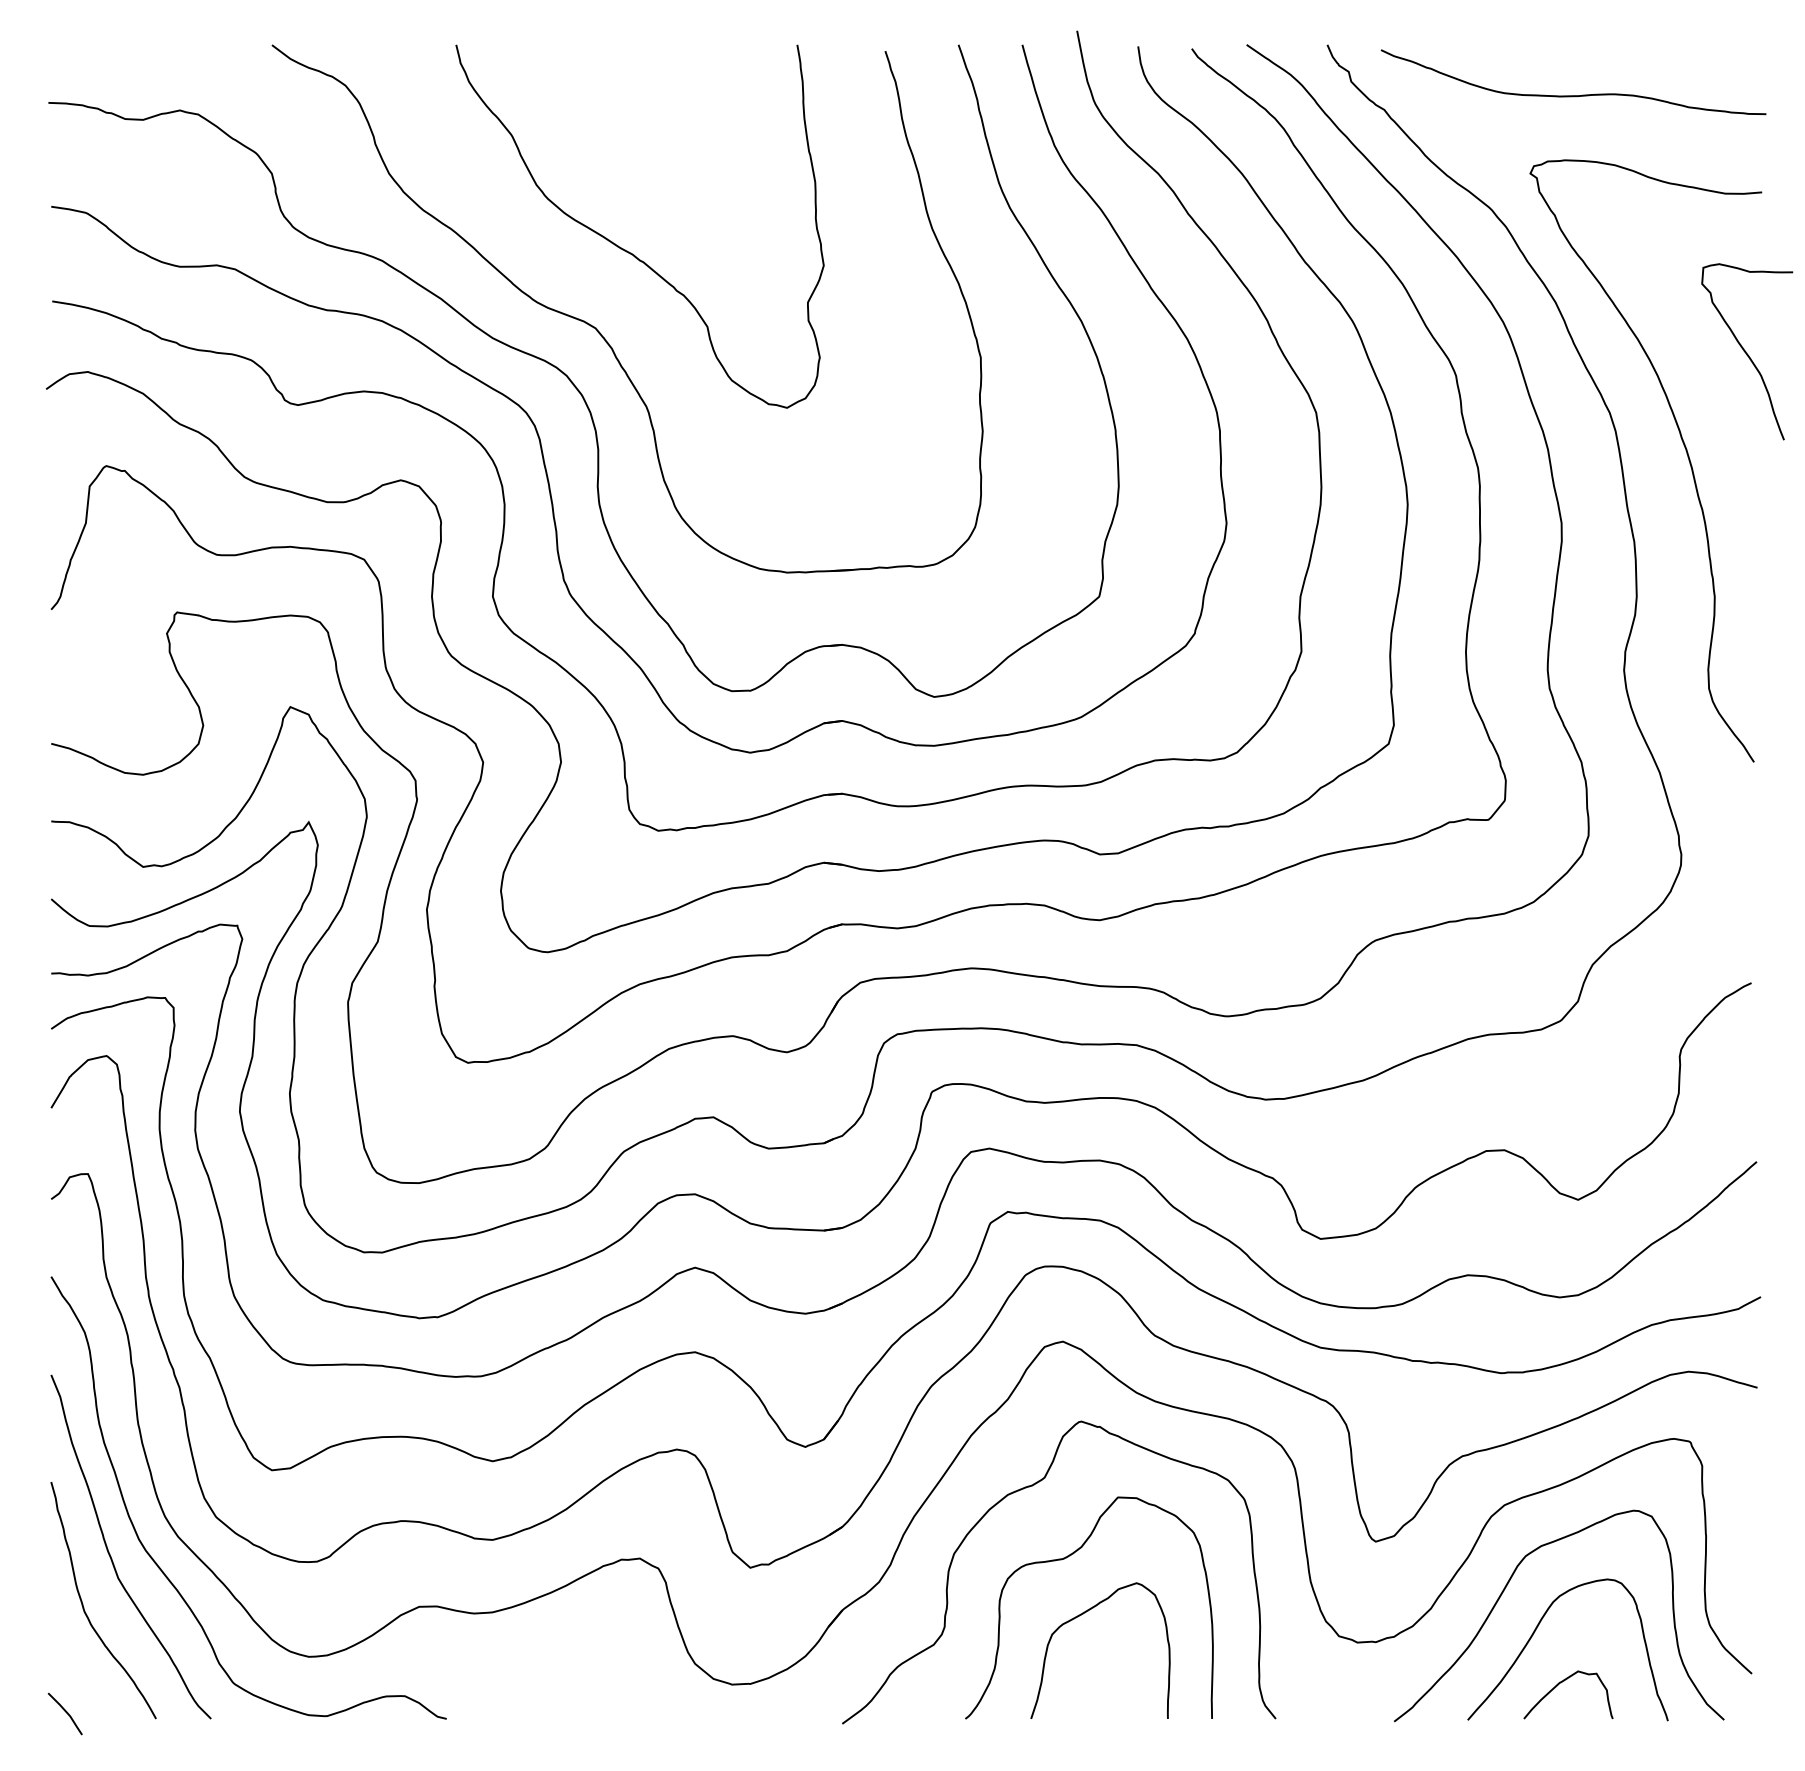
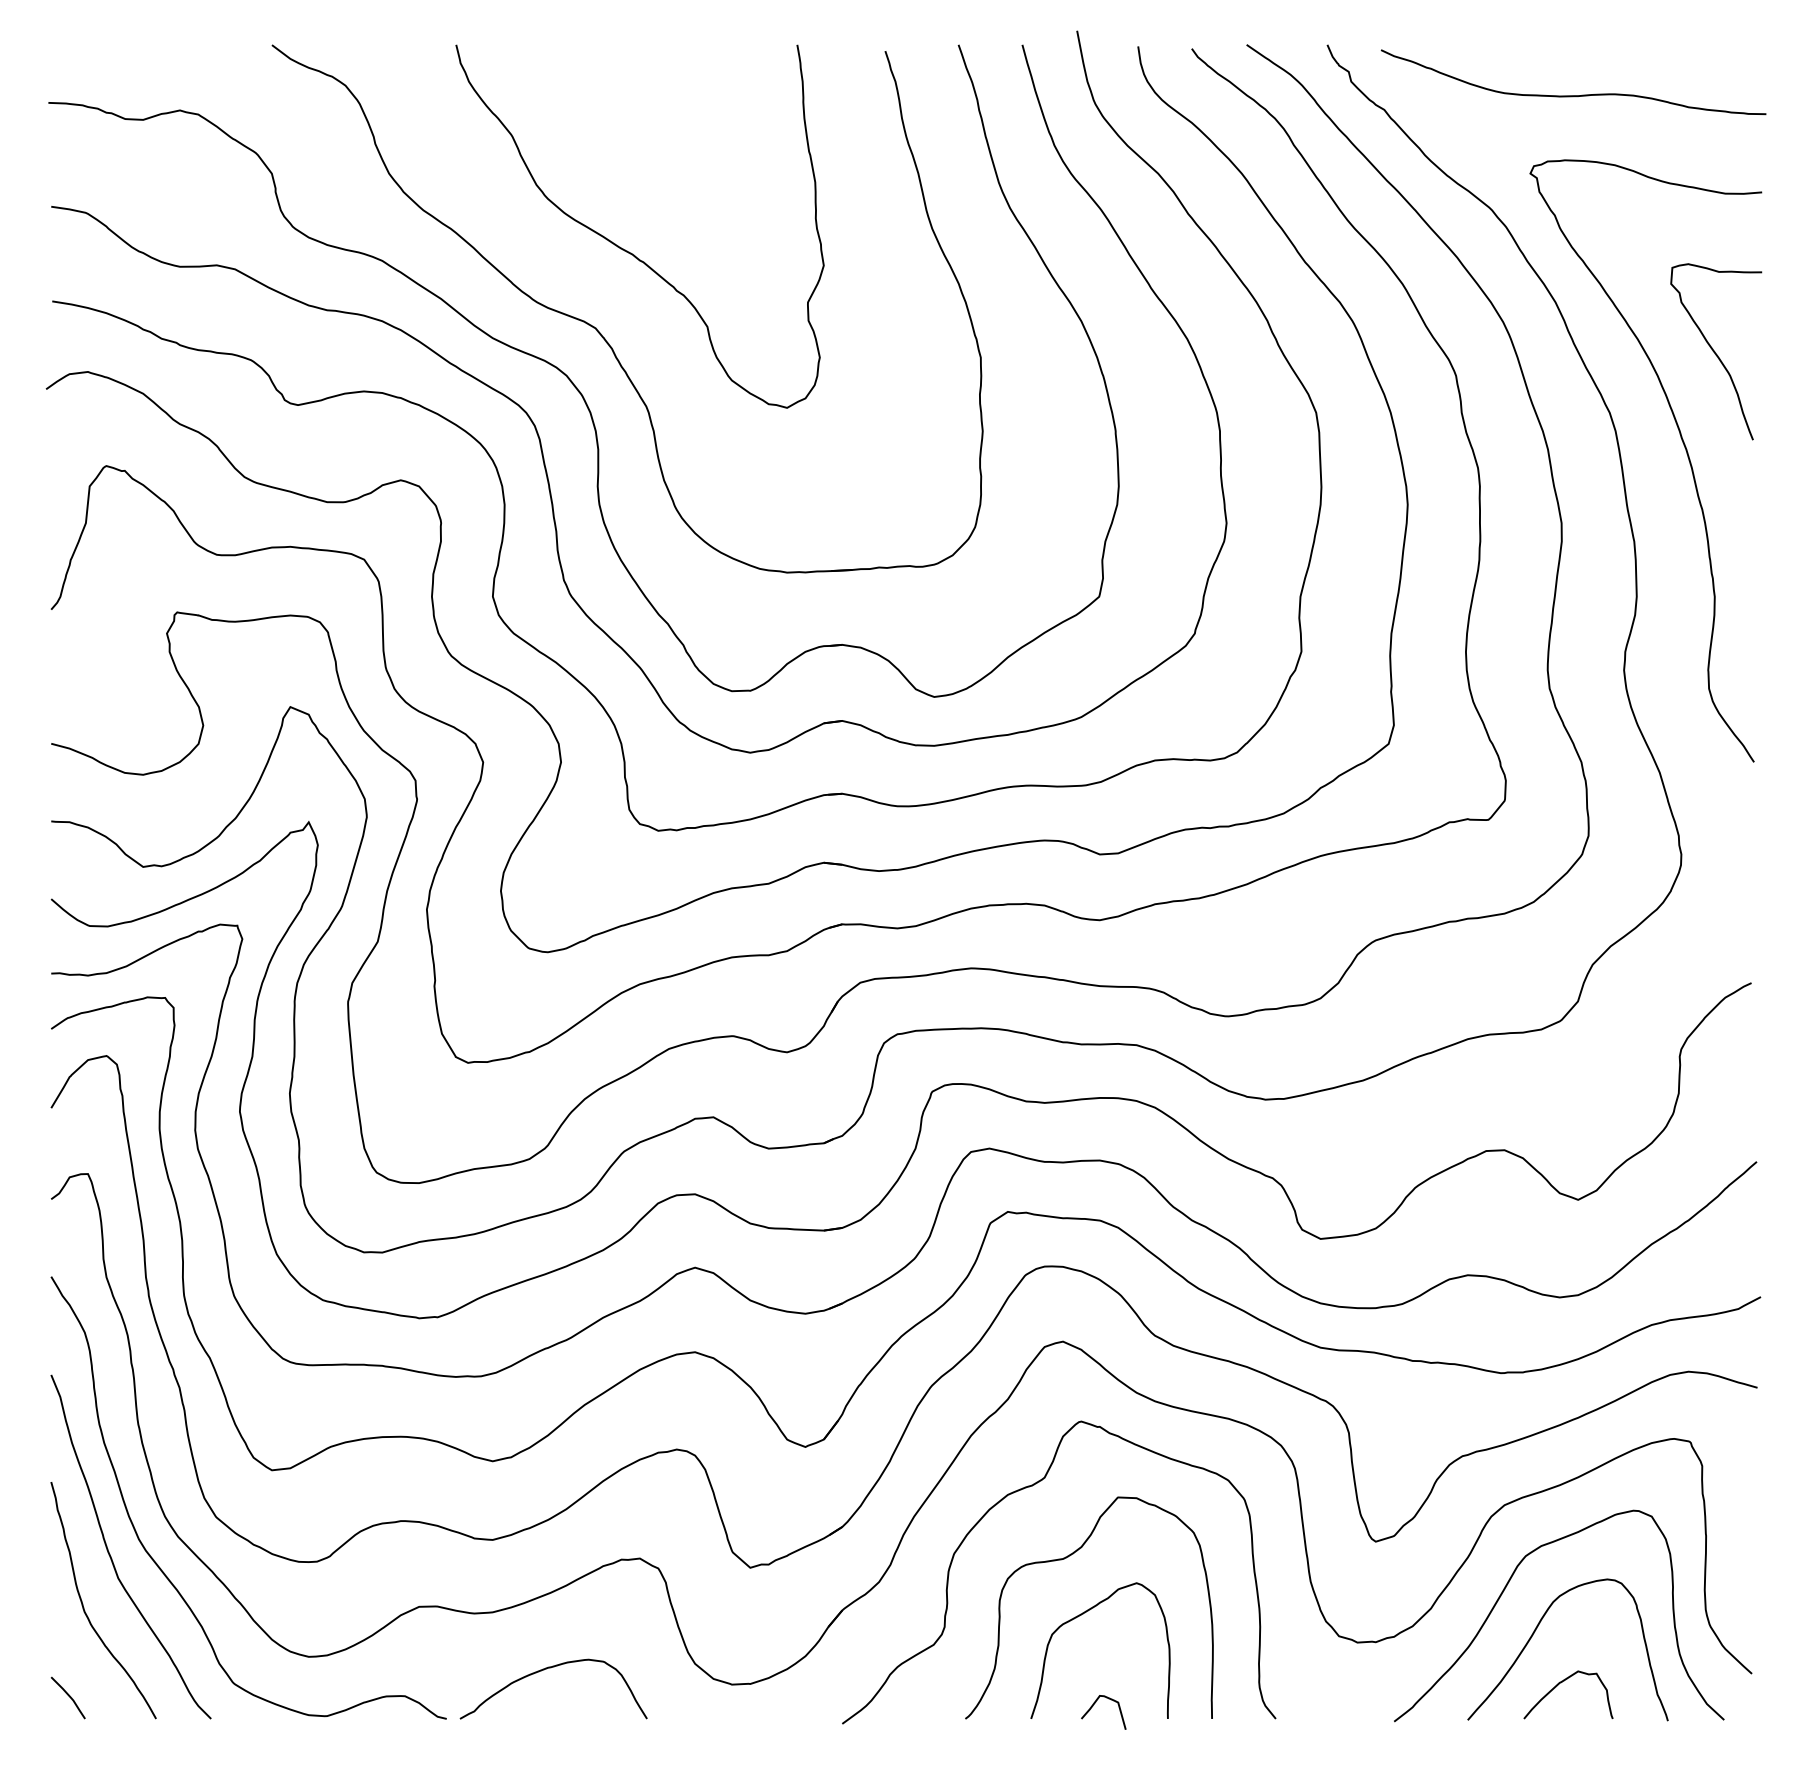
curve at (1746, 351) position: (1746, 351) -> (1715, 351)
curve at (544, 1670): none -> present
curve at (1093, 1706): none -> present
curve at (65, 1712) position: (65, 1712) -> (68, 1696)
